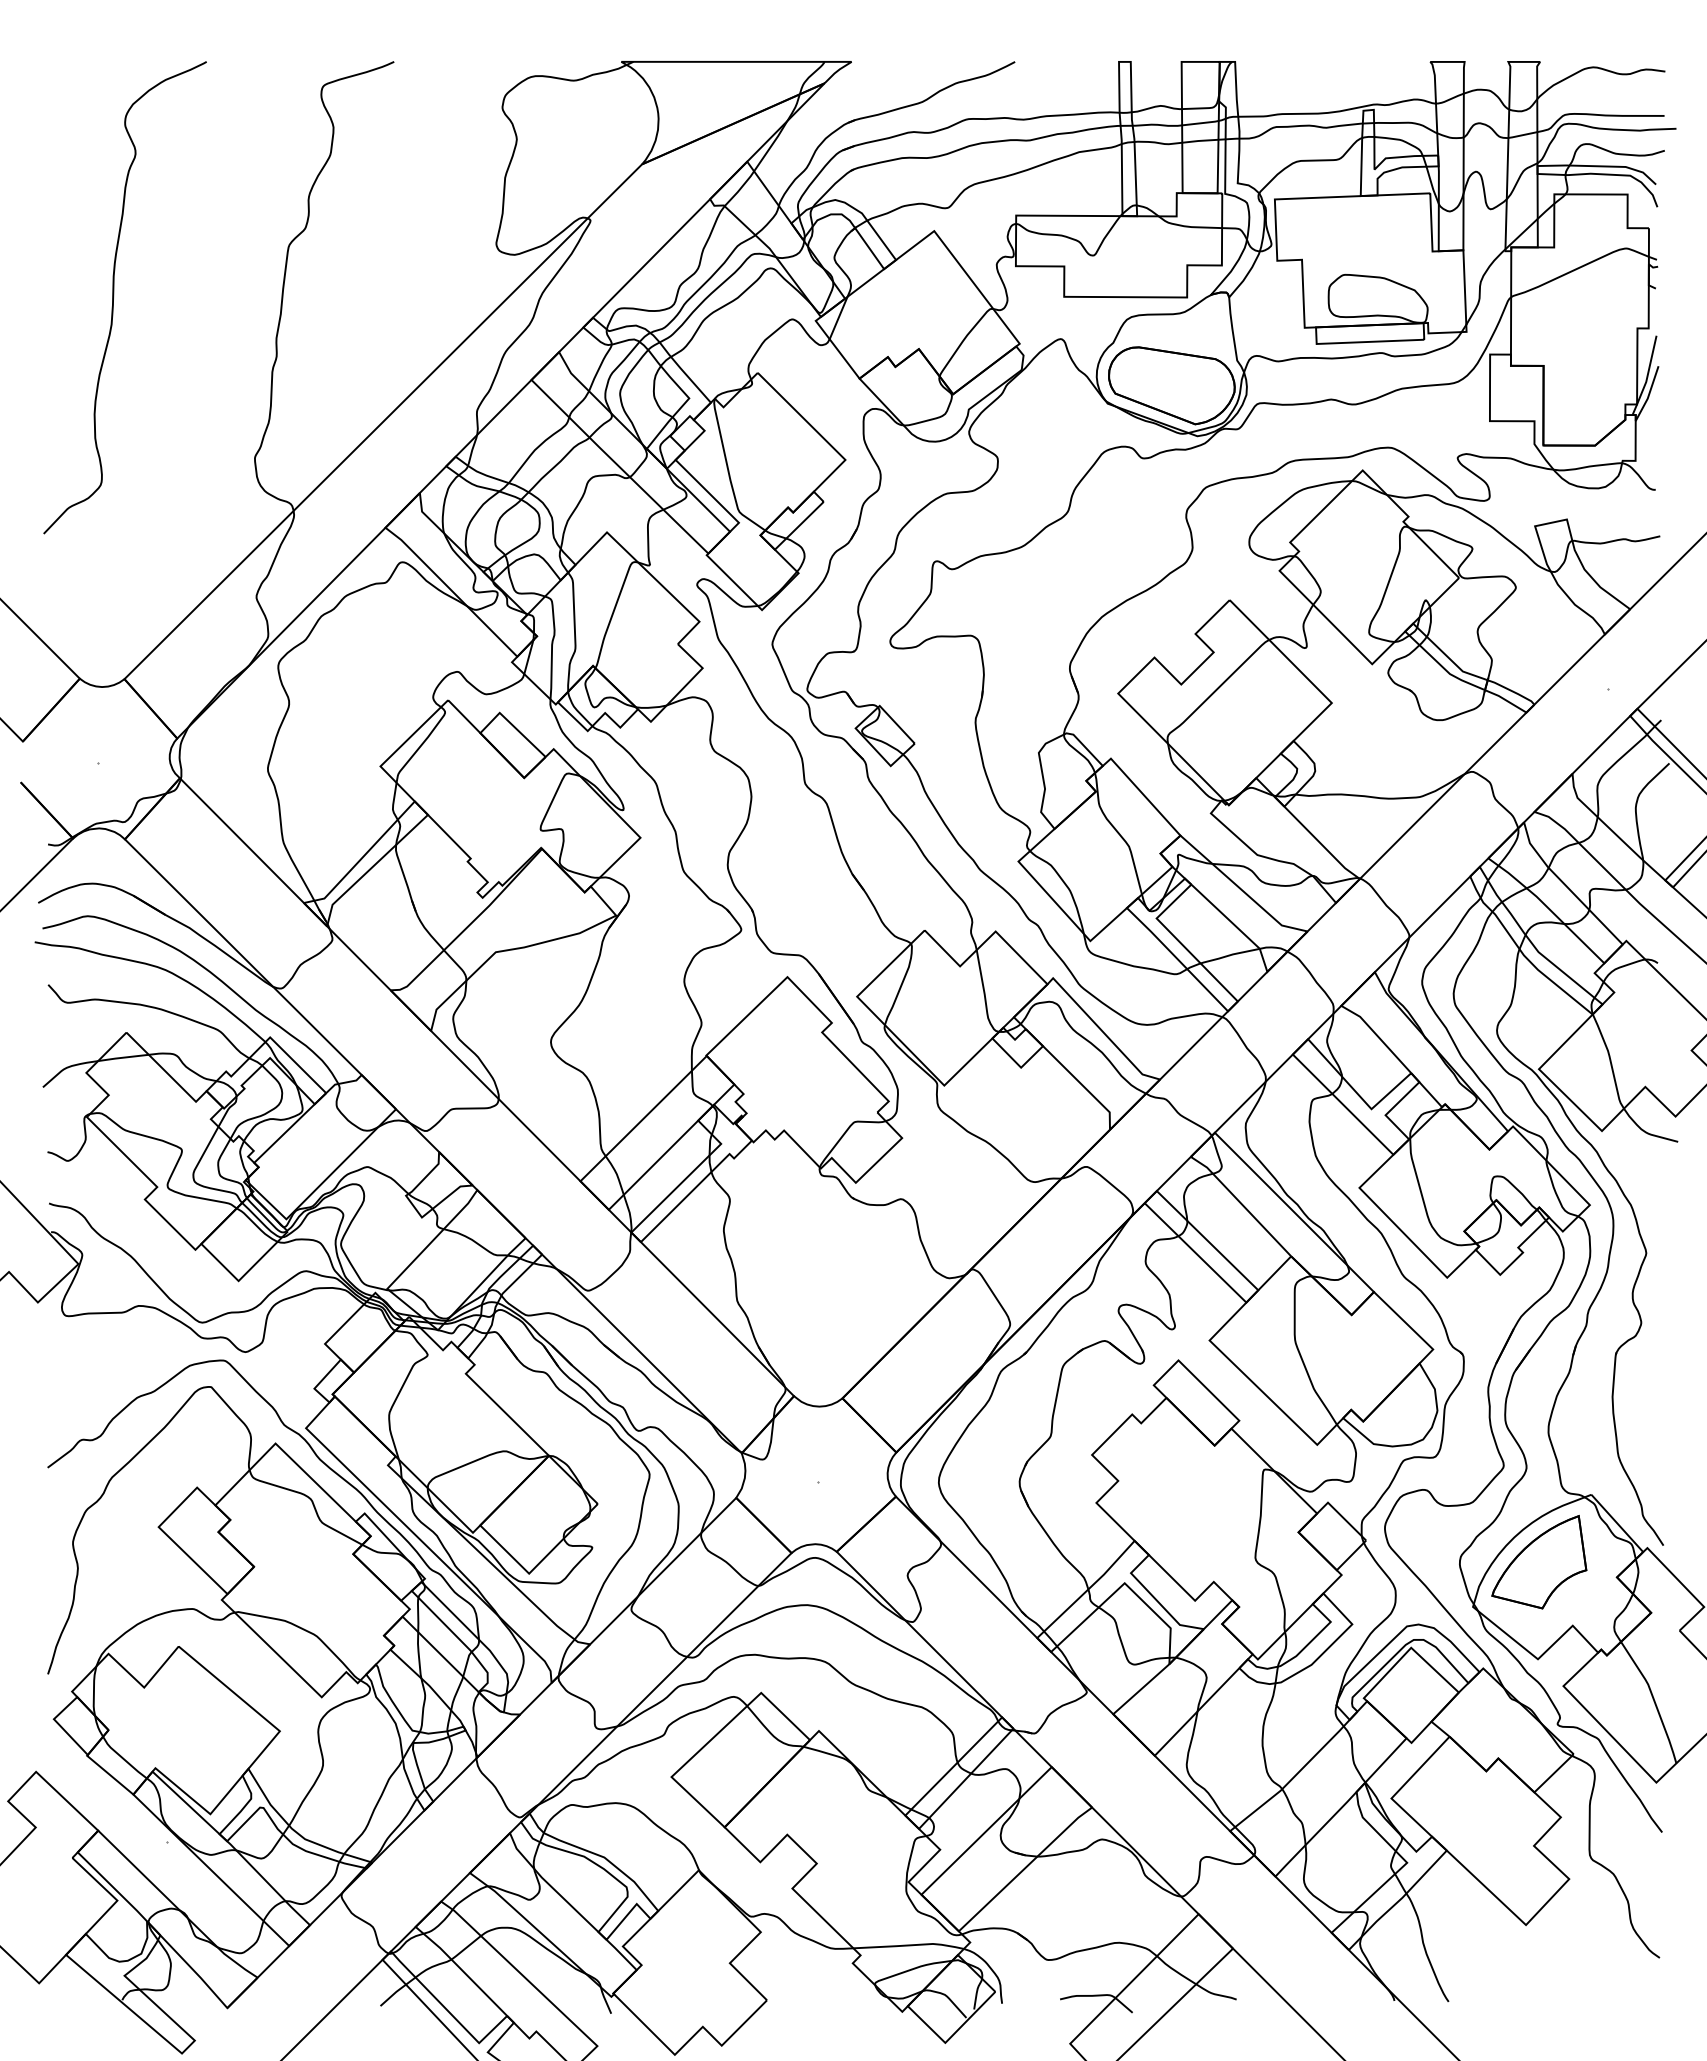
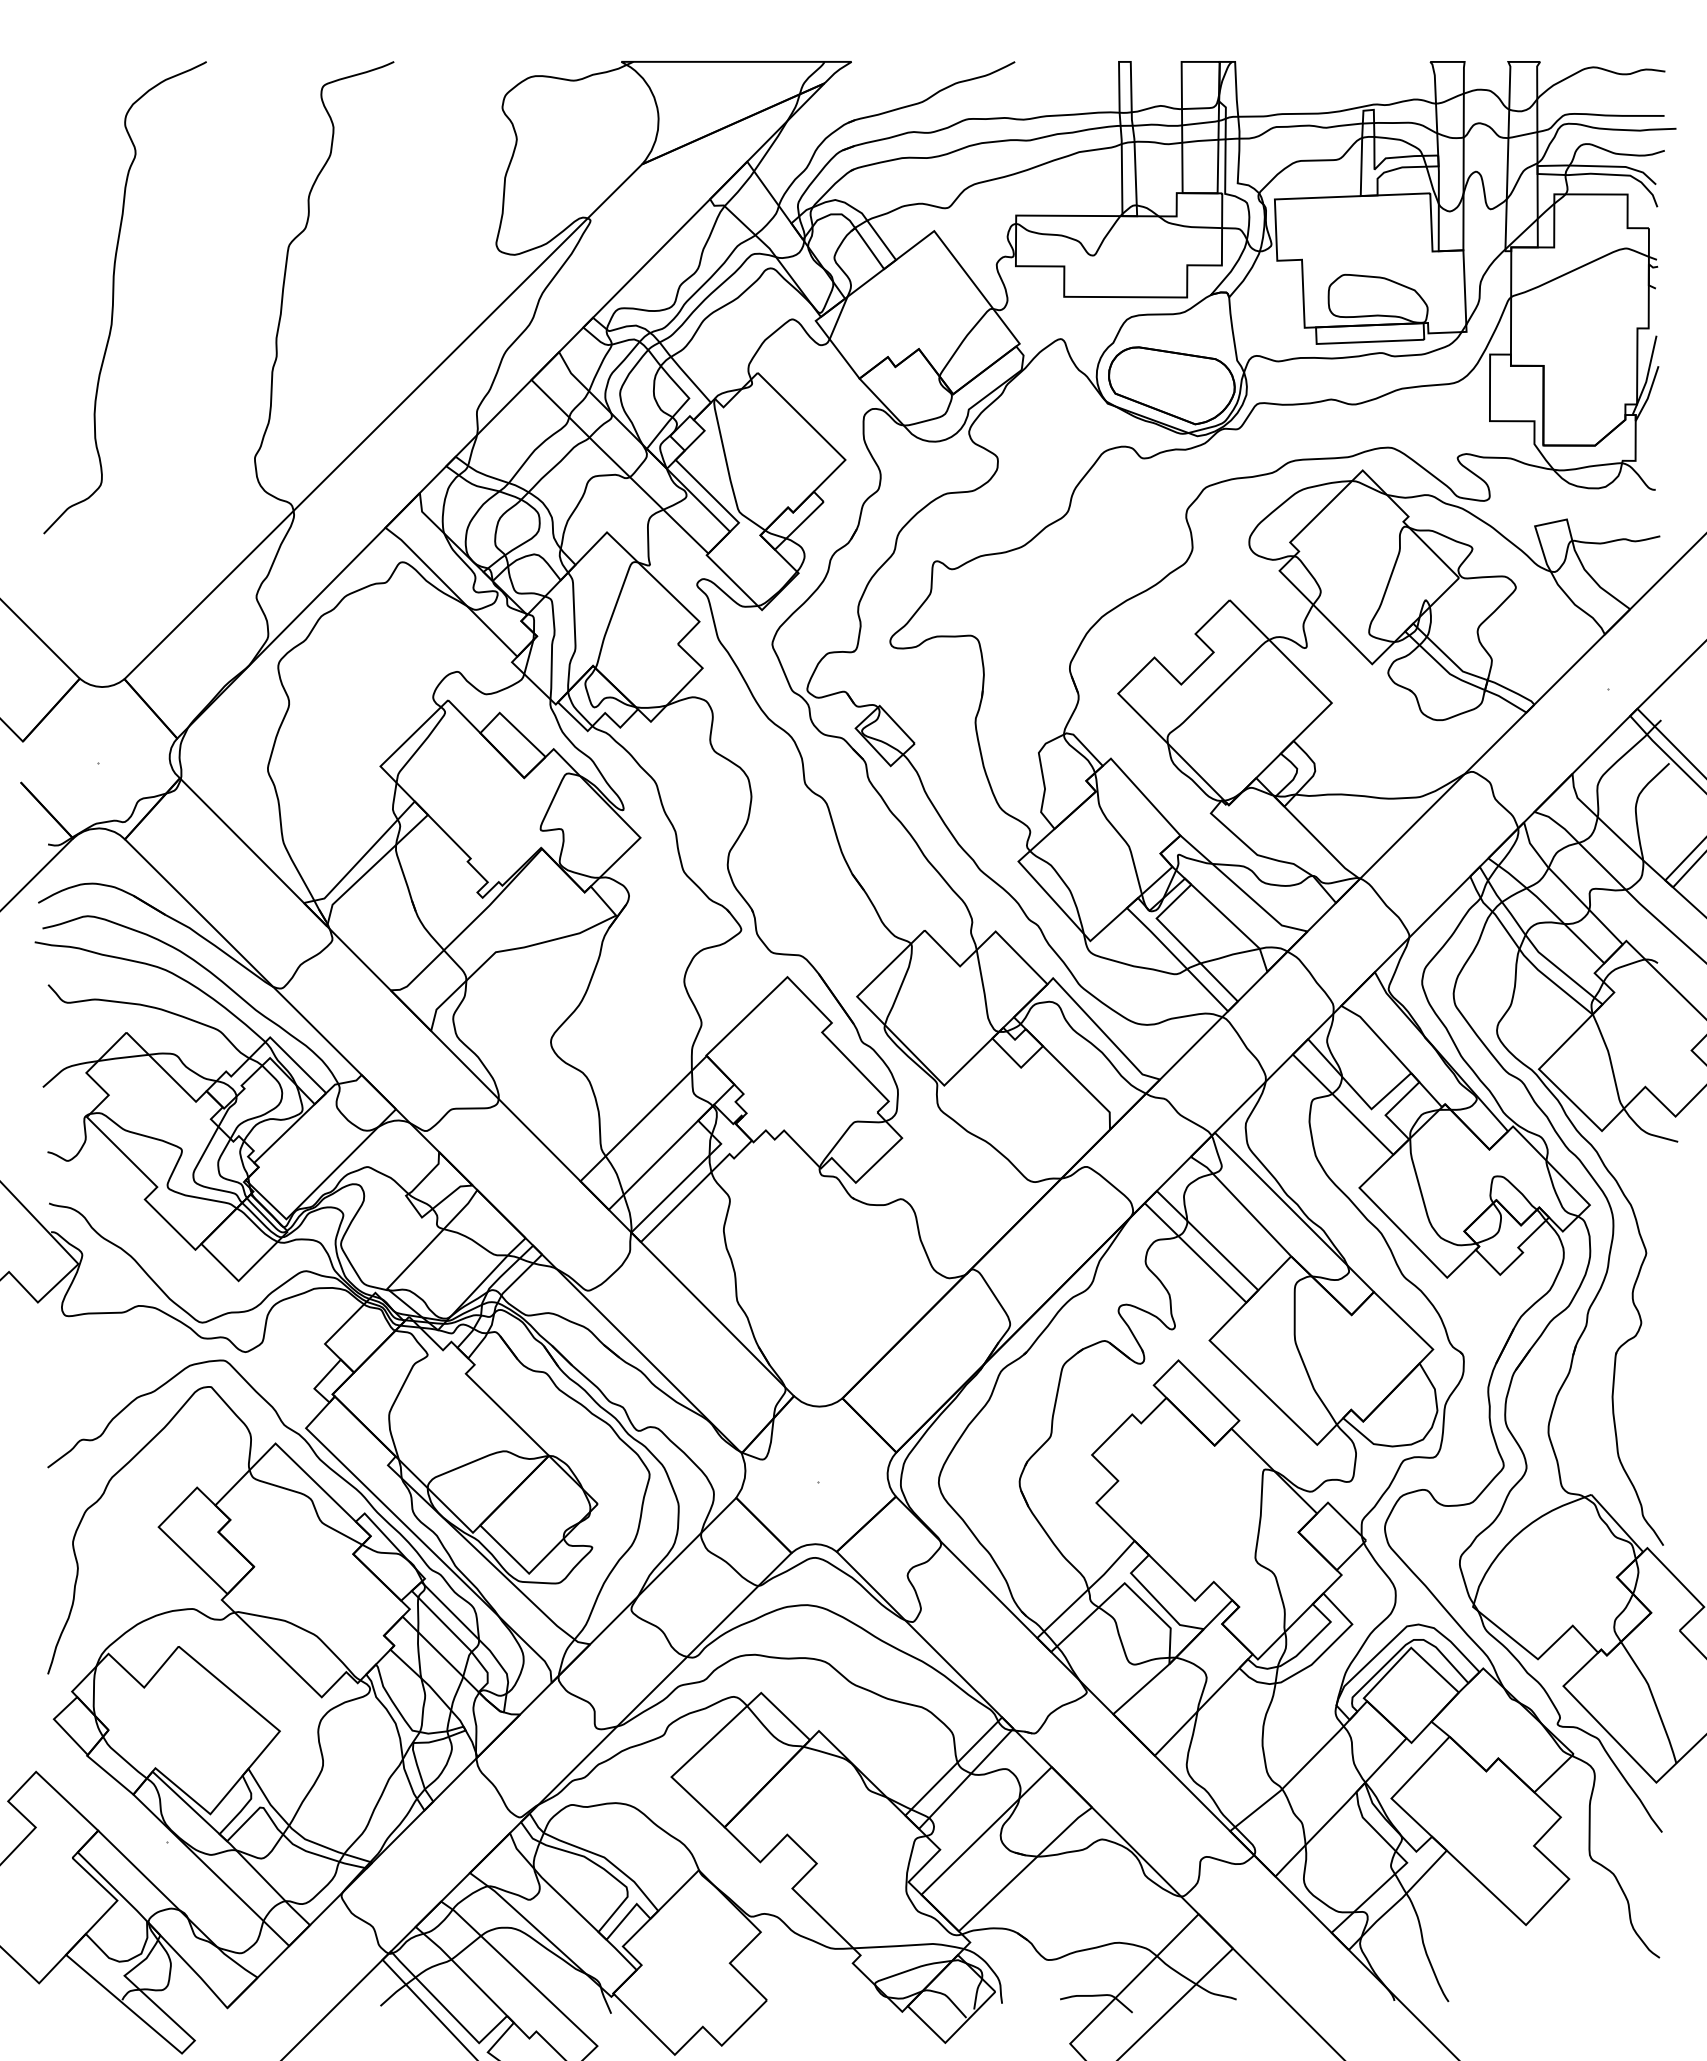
part at (1539, 1562): present -> none
